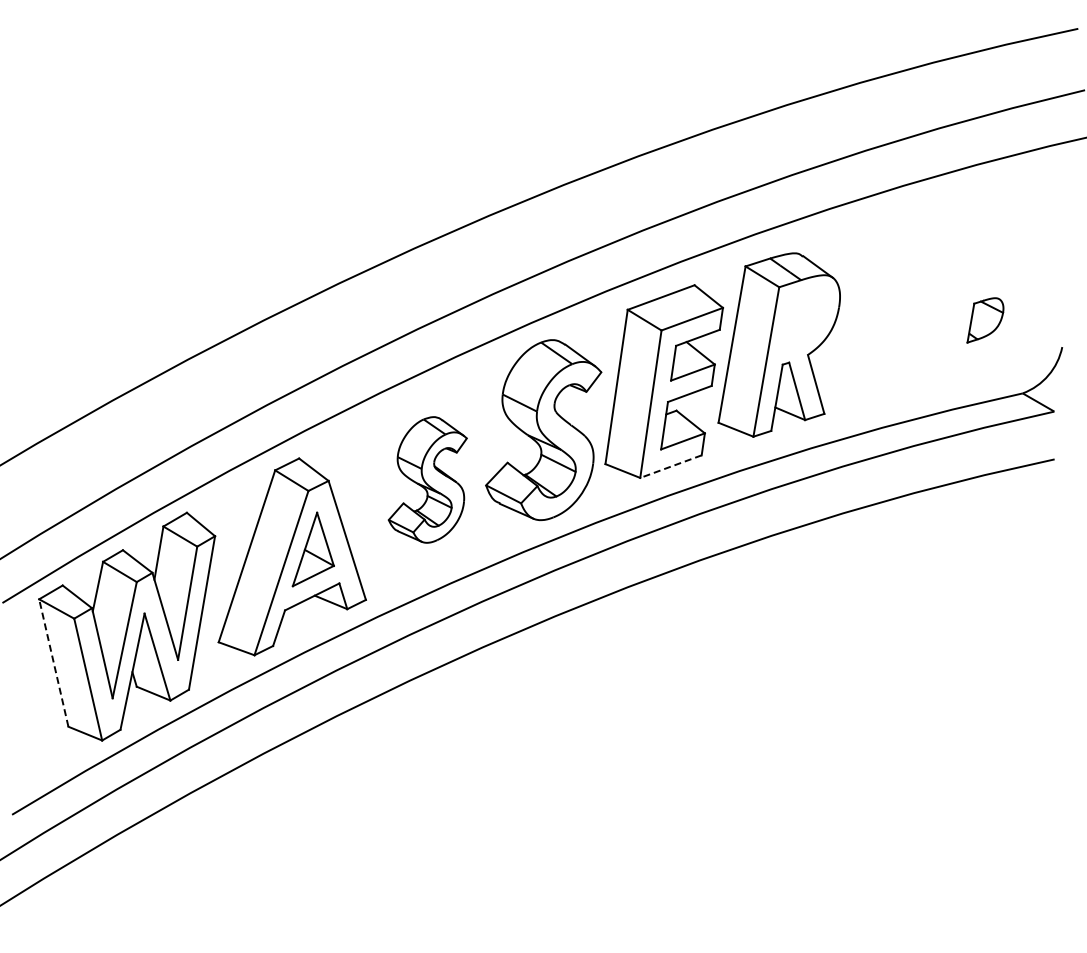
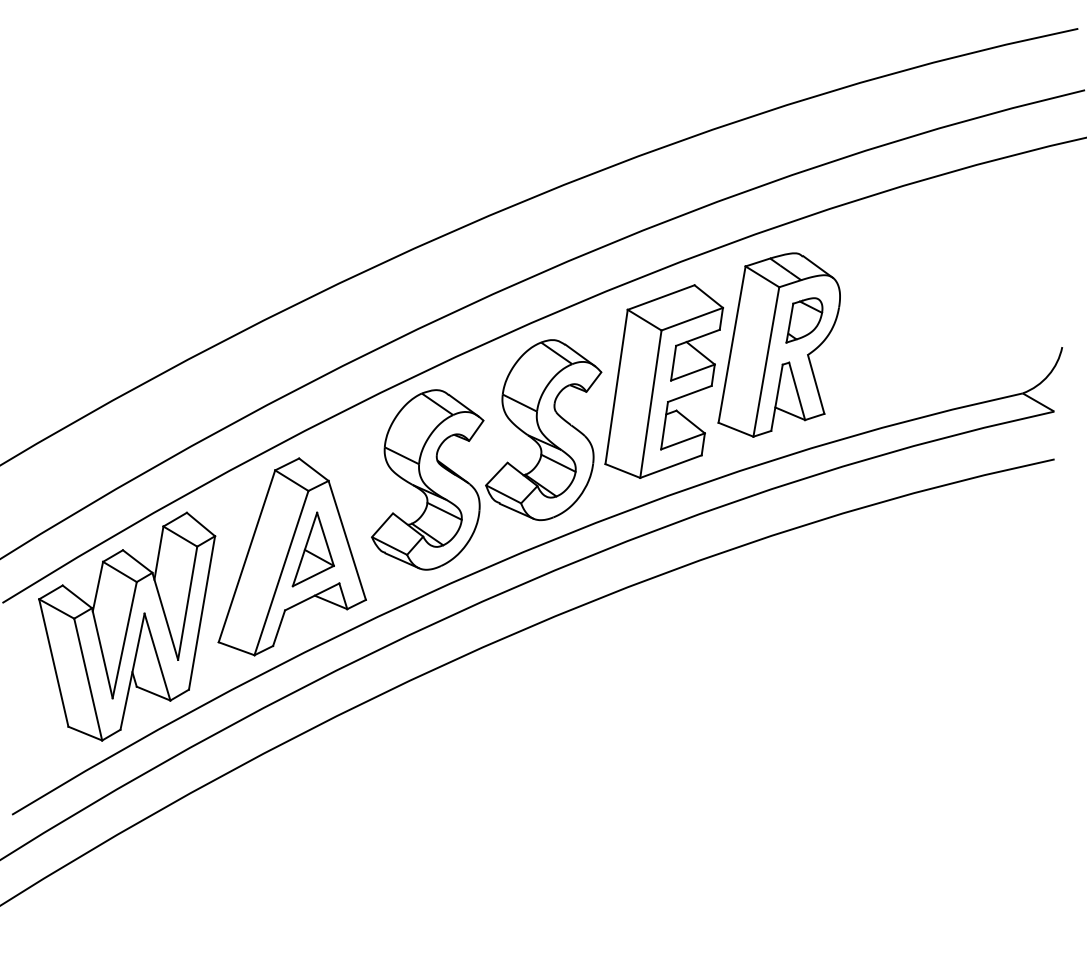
part at (985, 320) position: (985, 320) -> (804, 320)
line at (670, 466): dashed -> solid
part at (427, 479) size: 81x128 px -> 114x182 px
line at (53, 662): dashed -> solid
